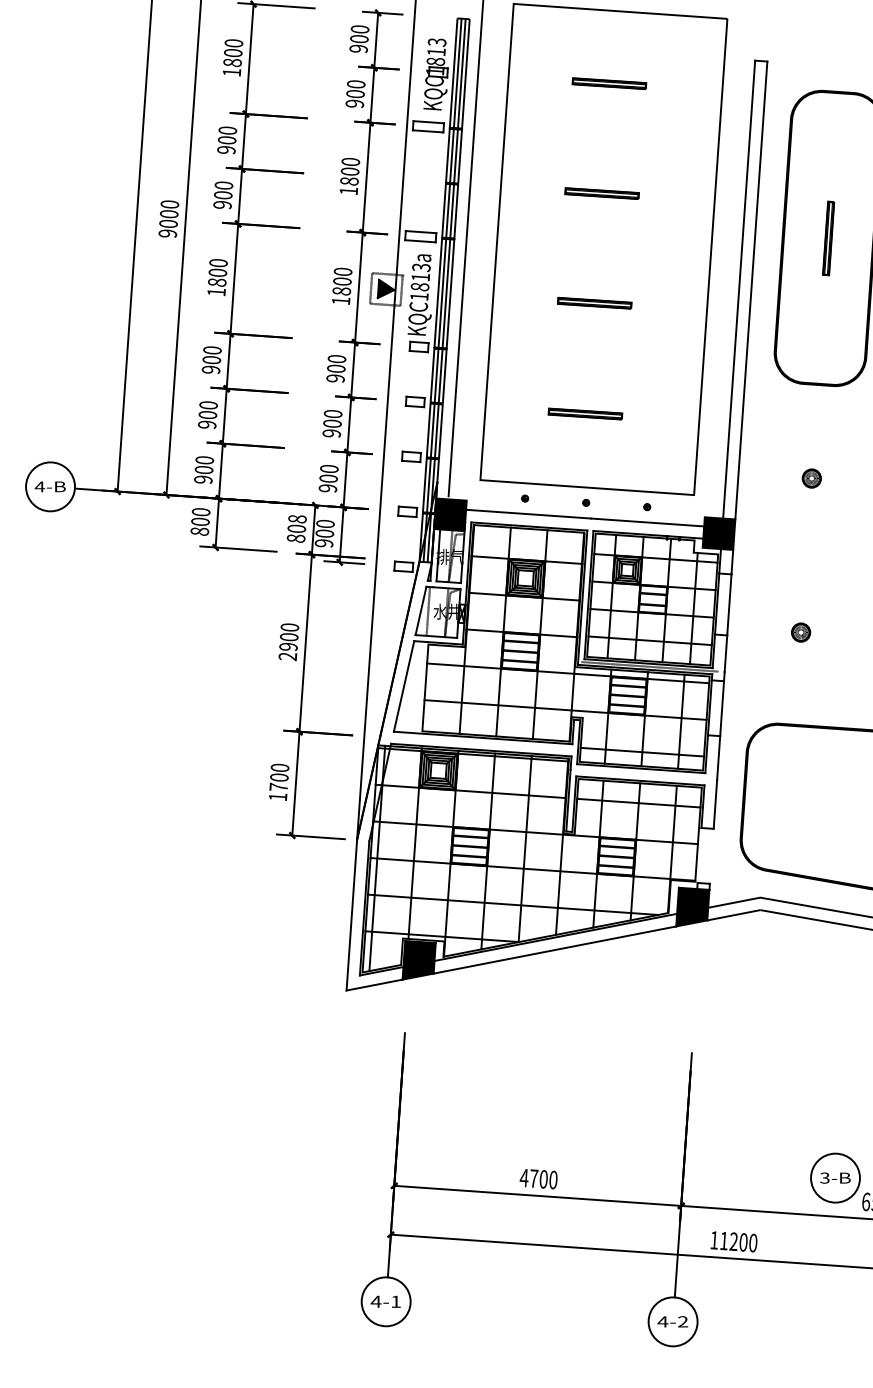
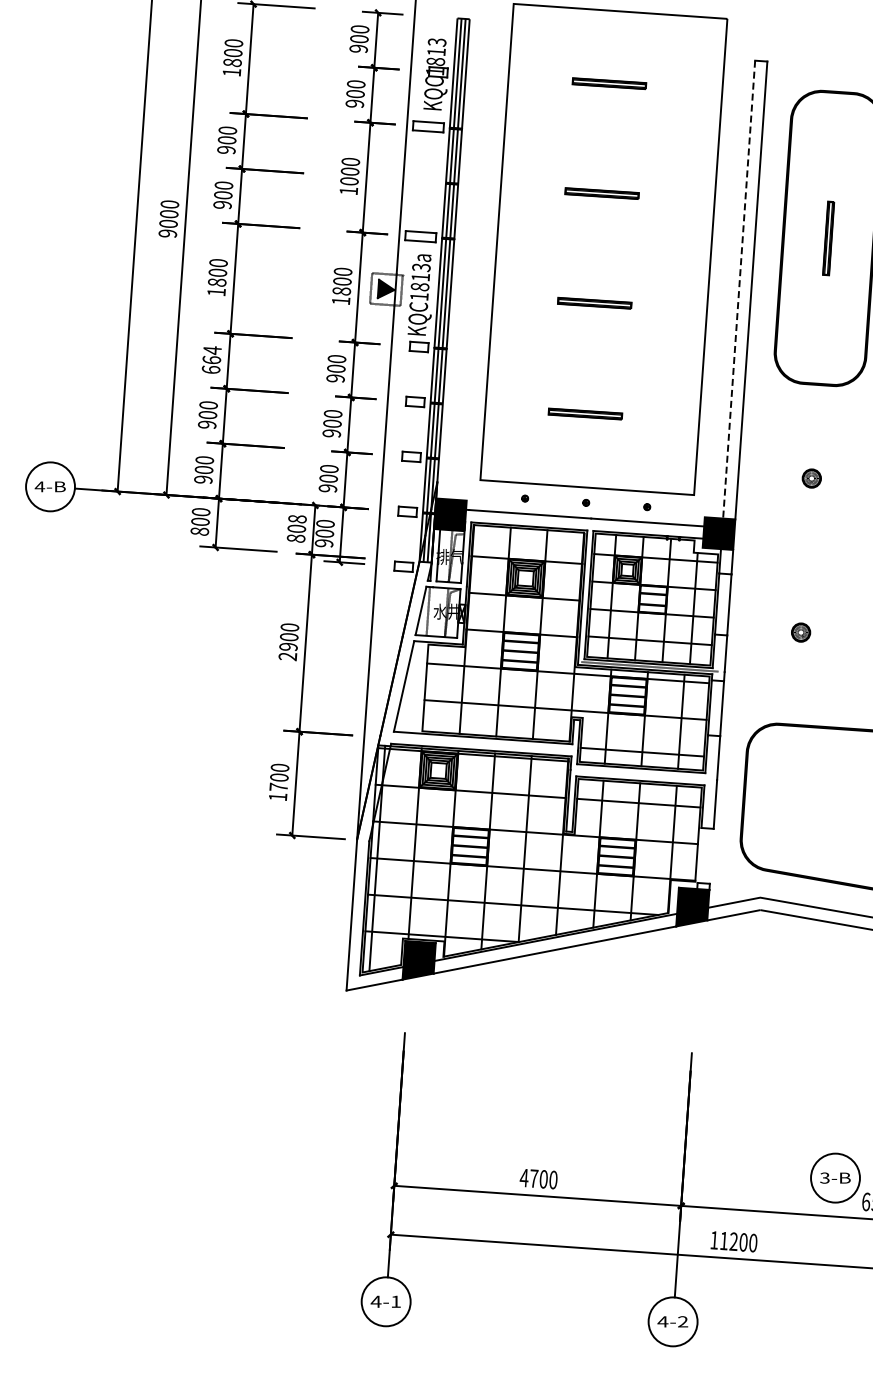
text at (349, 181): 1800 -> 1000
line at (465, 249): present -> none
line at (739, 290): solid -> dashed
text at (211, 359): 900 -> 664
